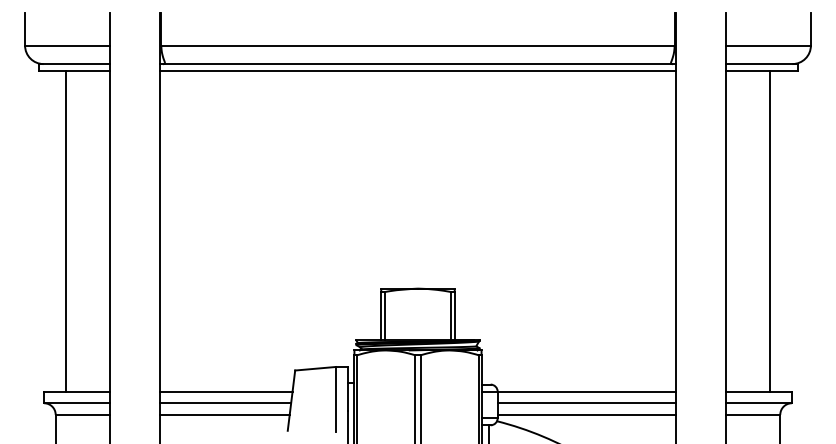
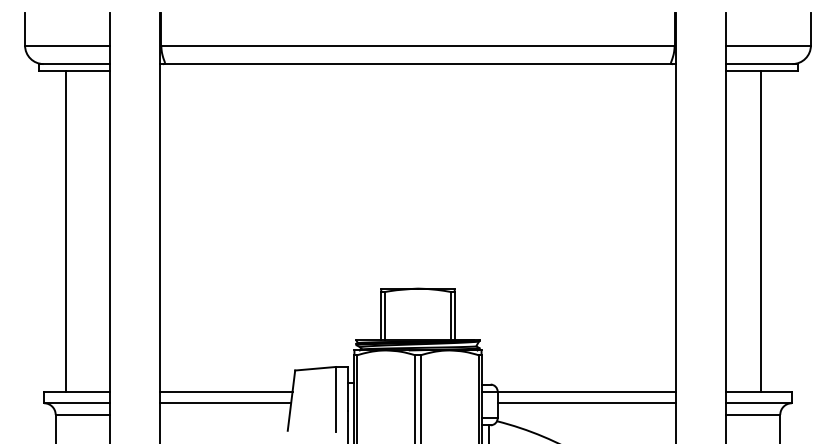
line at (417, 70): present -> none
line at (769, 230) position: (769, 230) -> (760, 230)
line at (224, 414): present -> none
line at (586, 414): present -> none
